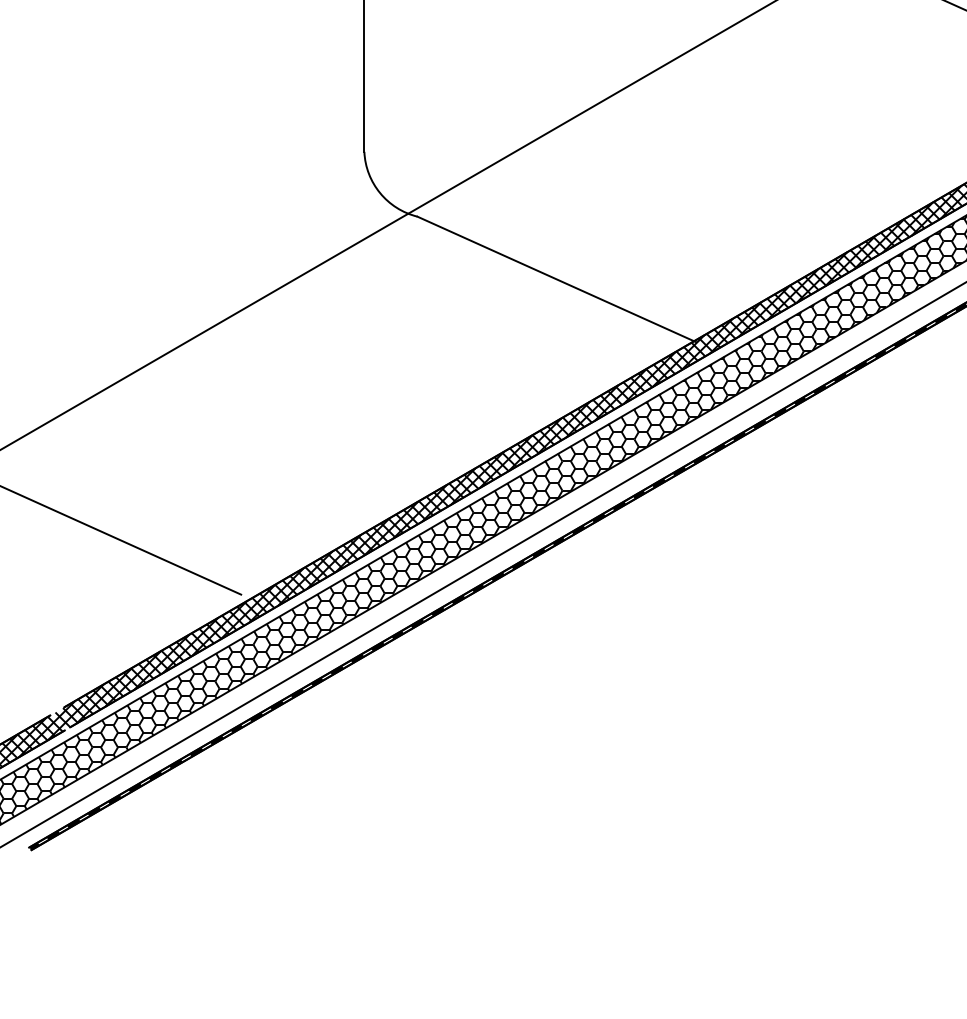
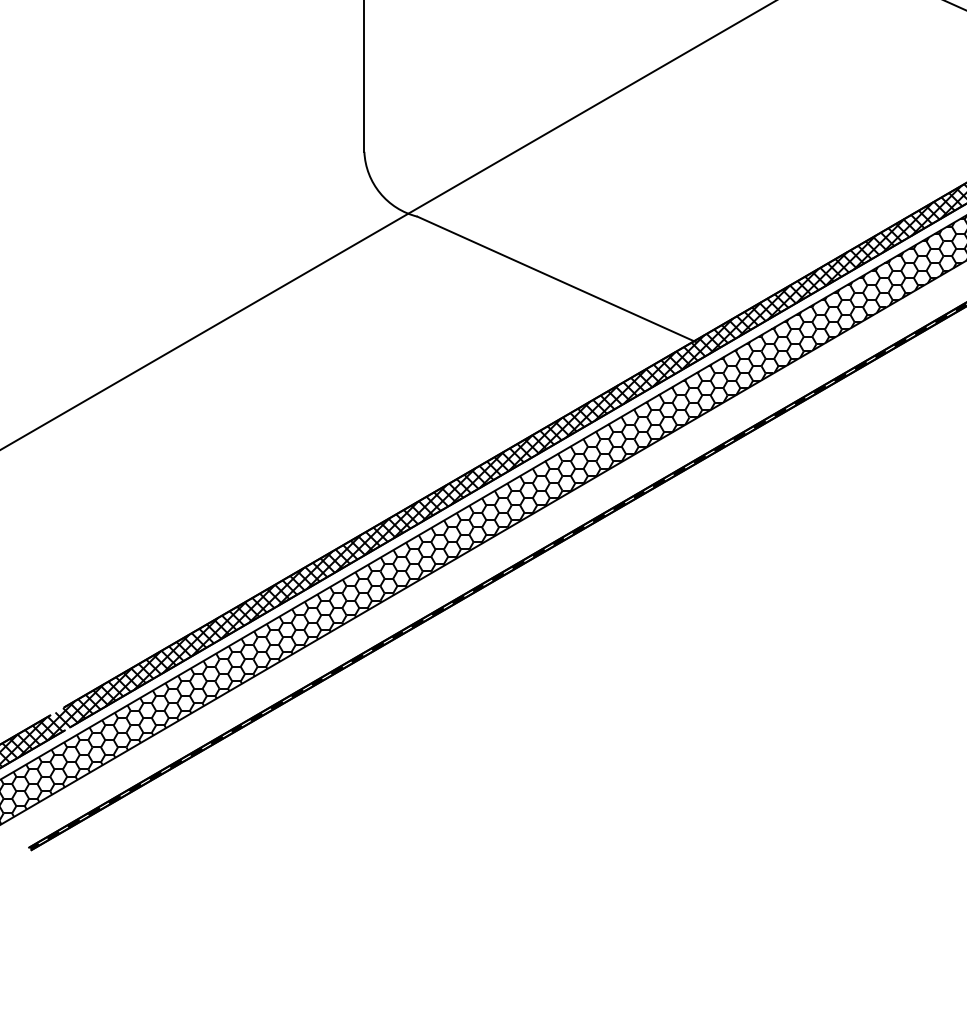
line at (121, 540): present -> none
line at (482, 564): present -> none
